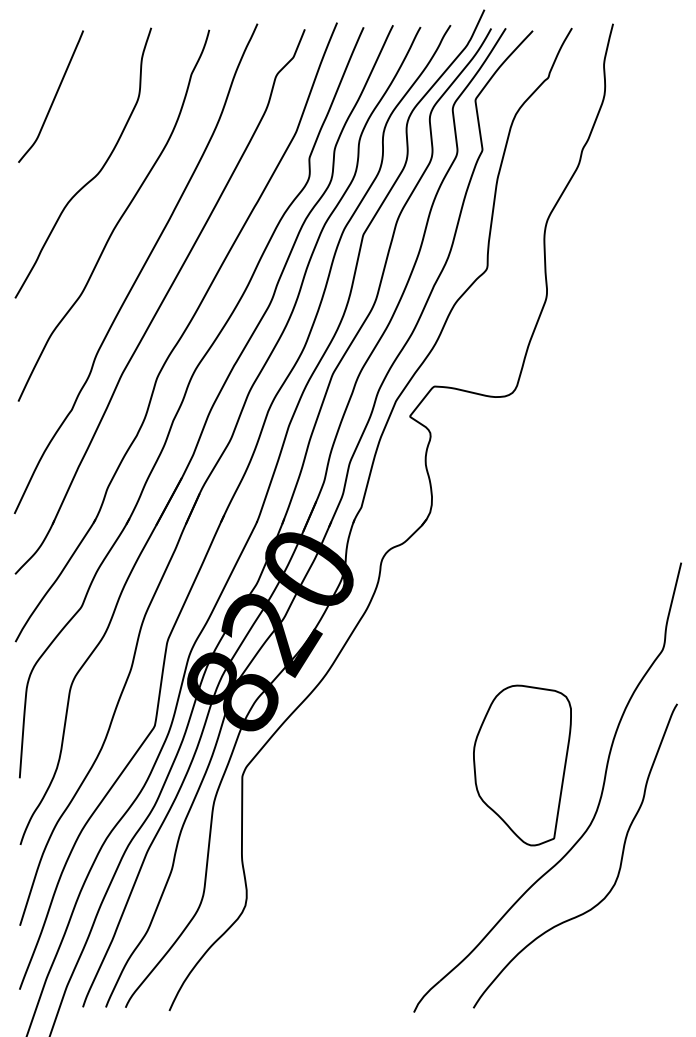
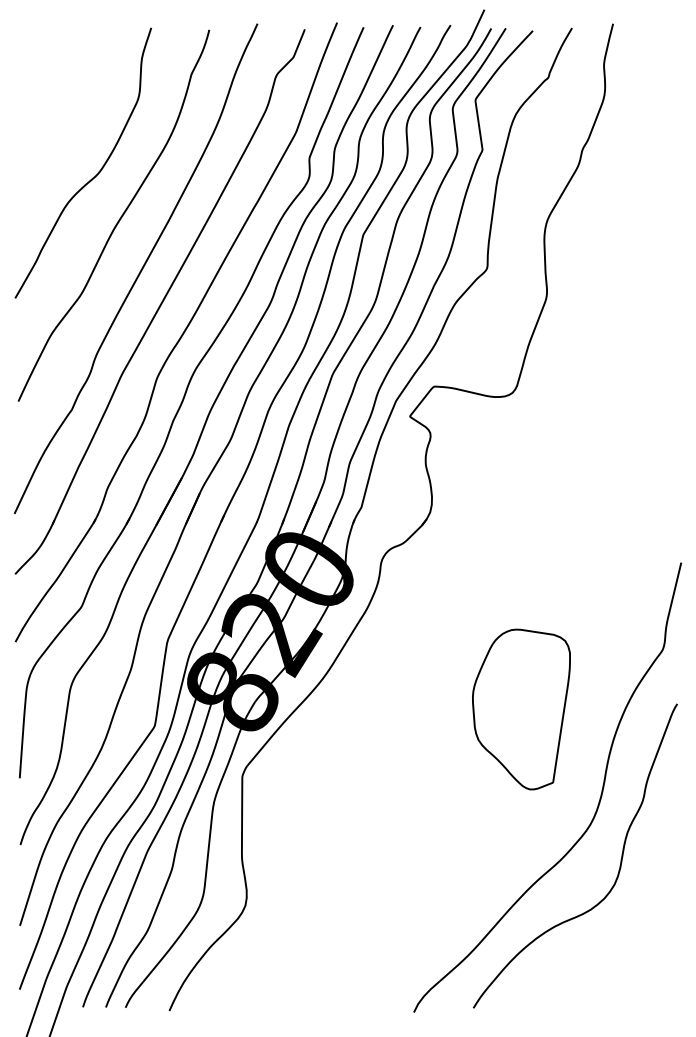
curve at (53, 97): present -> none
part at (522, 765) position: (522, 765) -> (521, 709)
